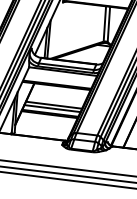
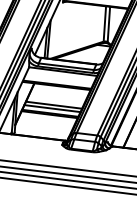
line at (67, 186): none -> present
